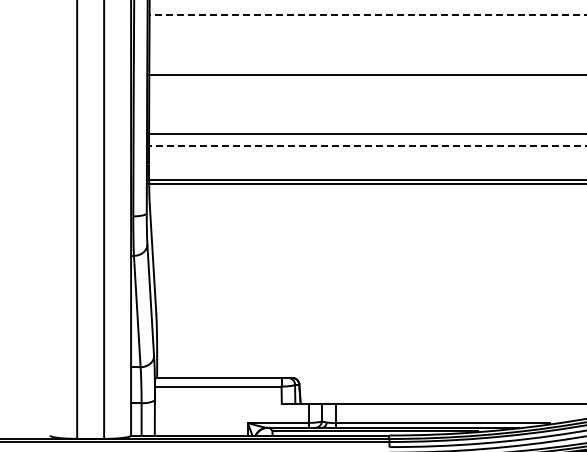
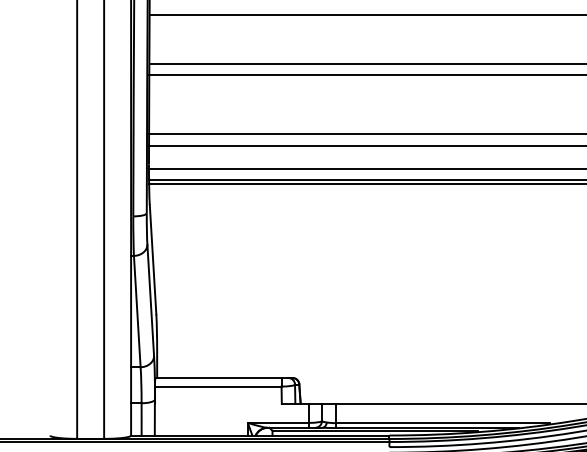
line at (367, 14): dashed -> solid
line at (366, 64): none -> present
line at (367, 146): dashed -> solid
line at (366, 169): none -> present
